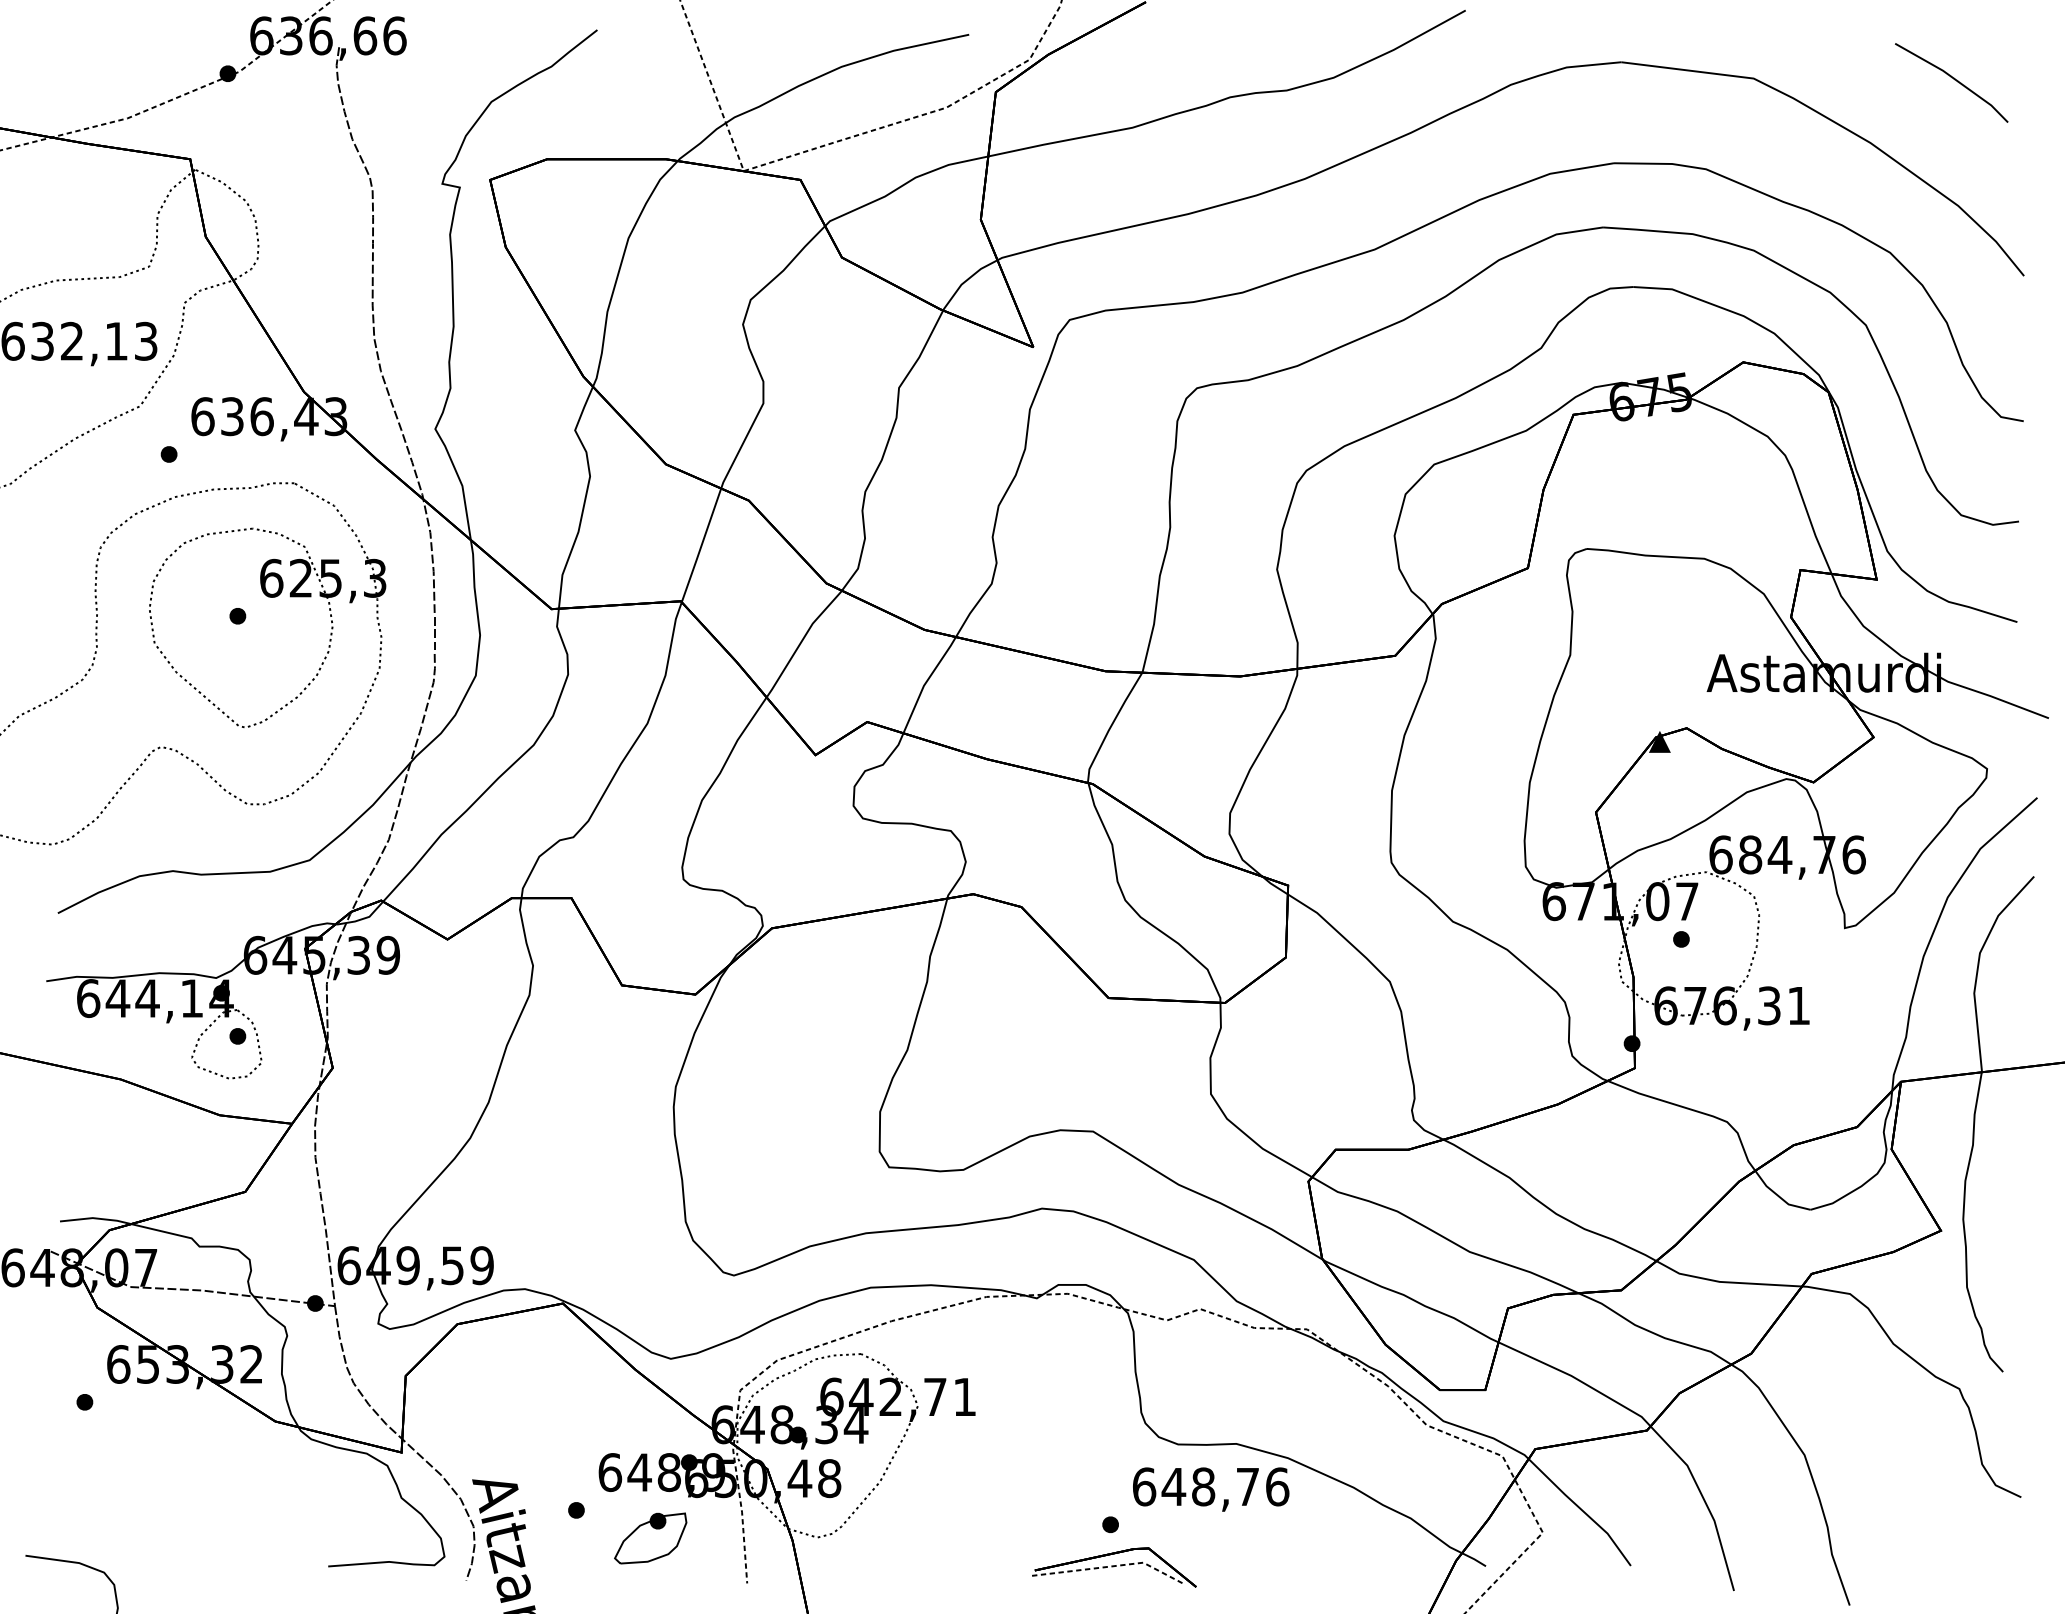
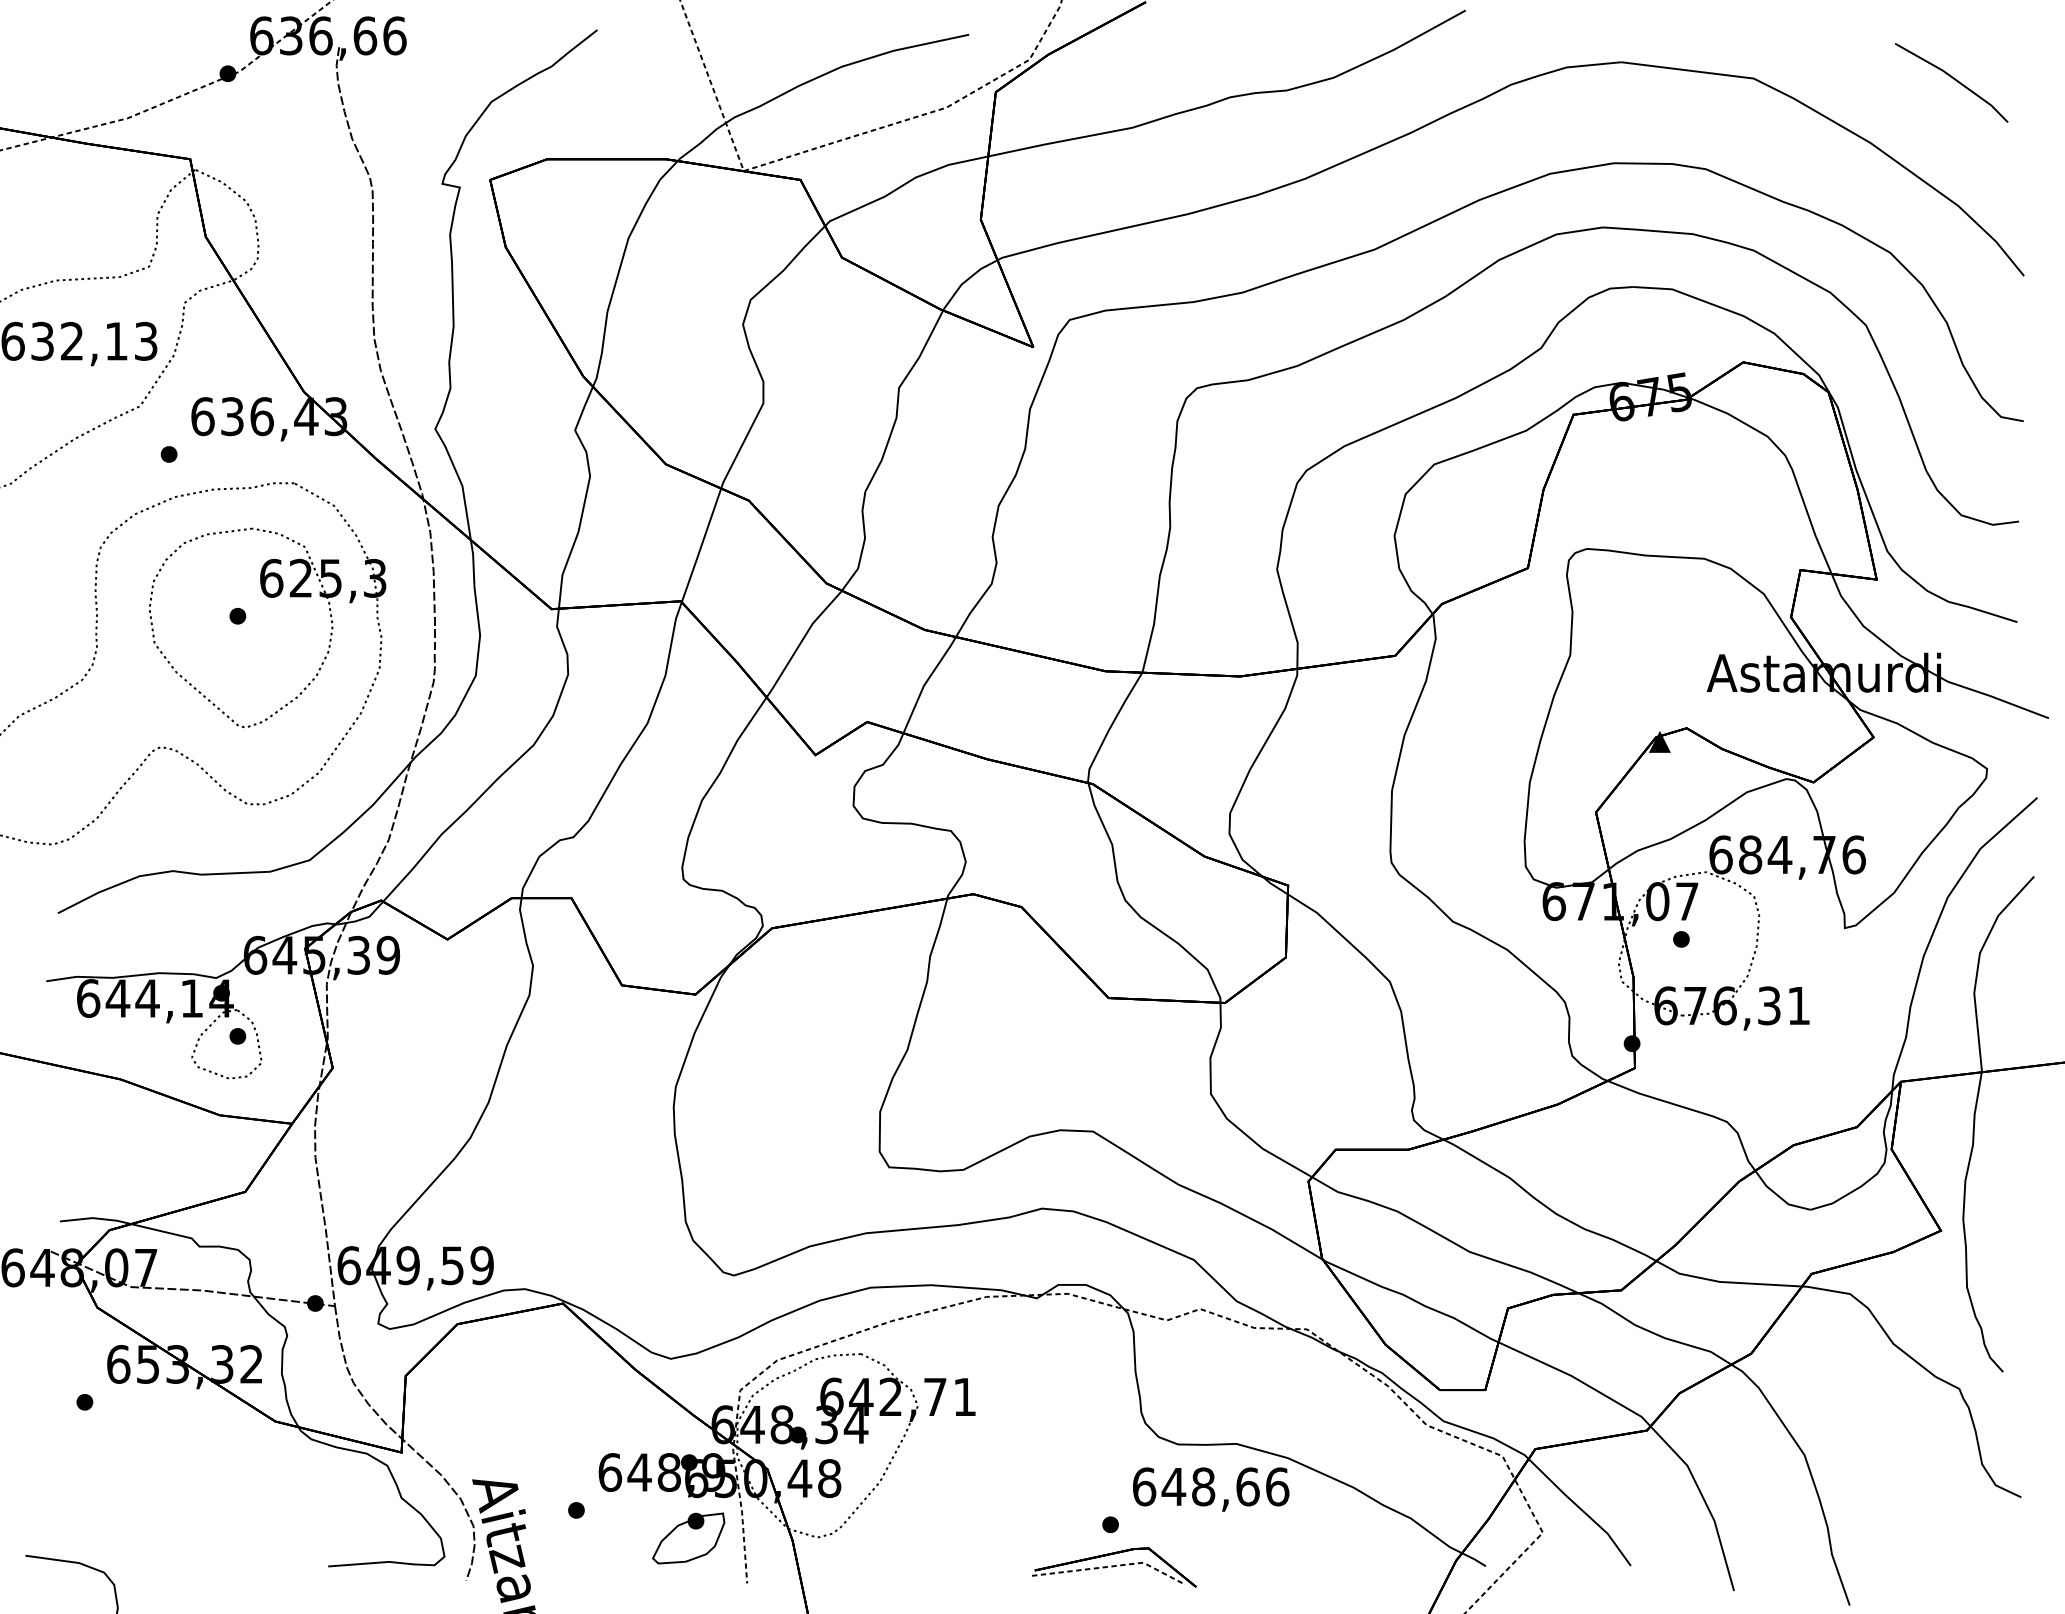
text at (1247, 1486): 648,76 -> 648,66
part at (650, 1538) position: (650, 1538) -> (688, 1538)
